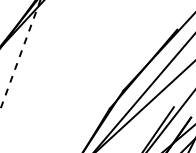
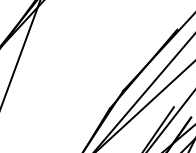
line at (20, 55): dashed -> solid
